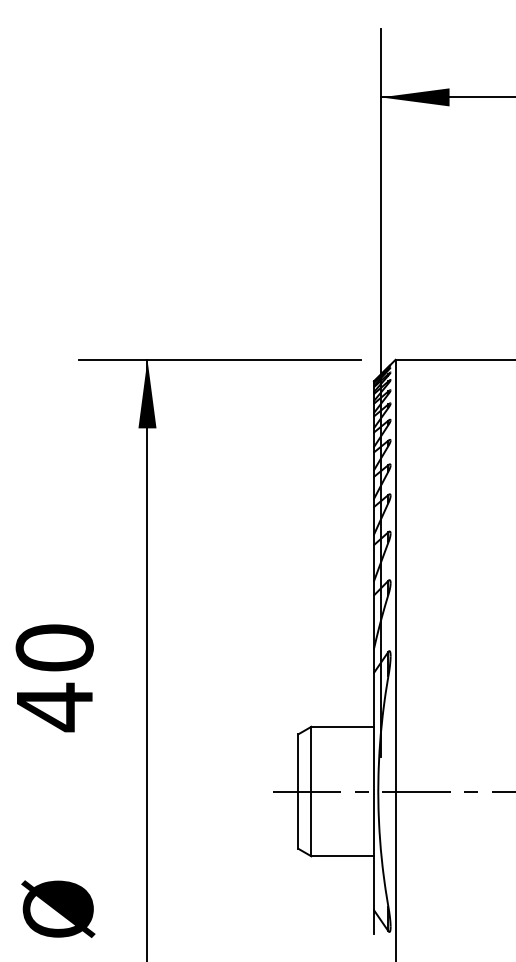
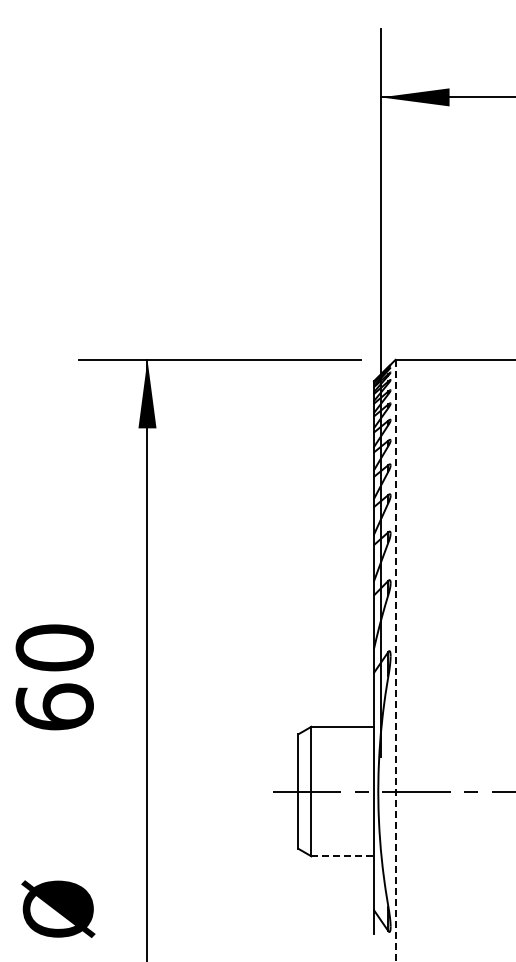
line at (395, 660): solid -> dashed
text at (54, 707): 40 -> 60
line at (343, 856): solid -> dashed
